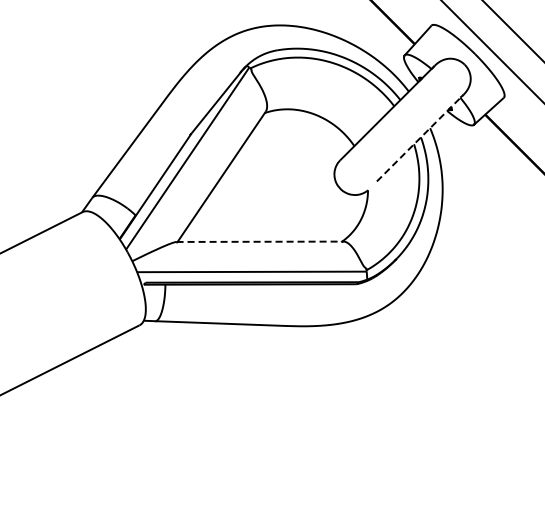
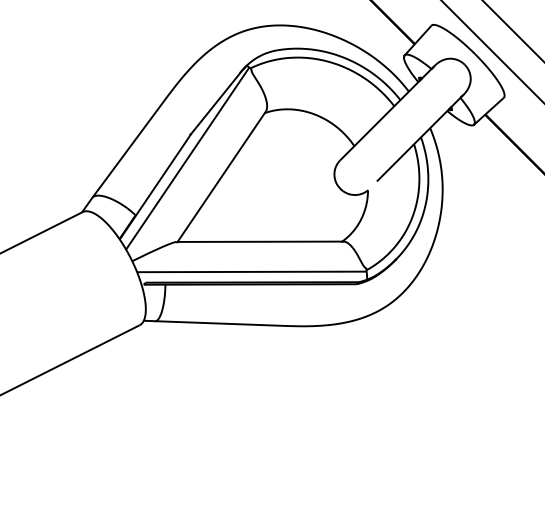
line at (420, 137): dashed -> solid
line at (260, 241): dashed -> solid
